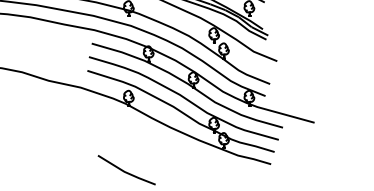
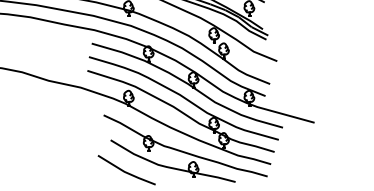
part at (185, 148): none -> present
